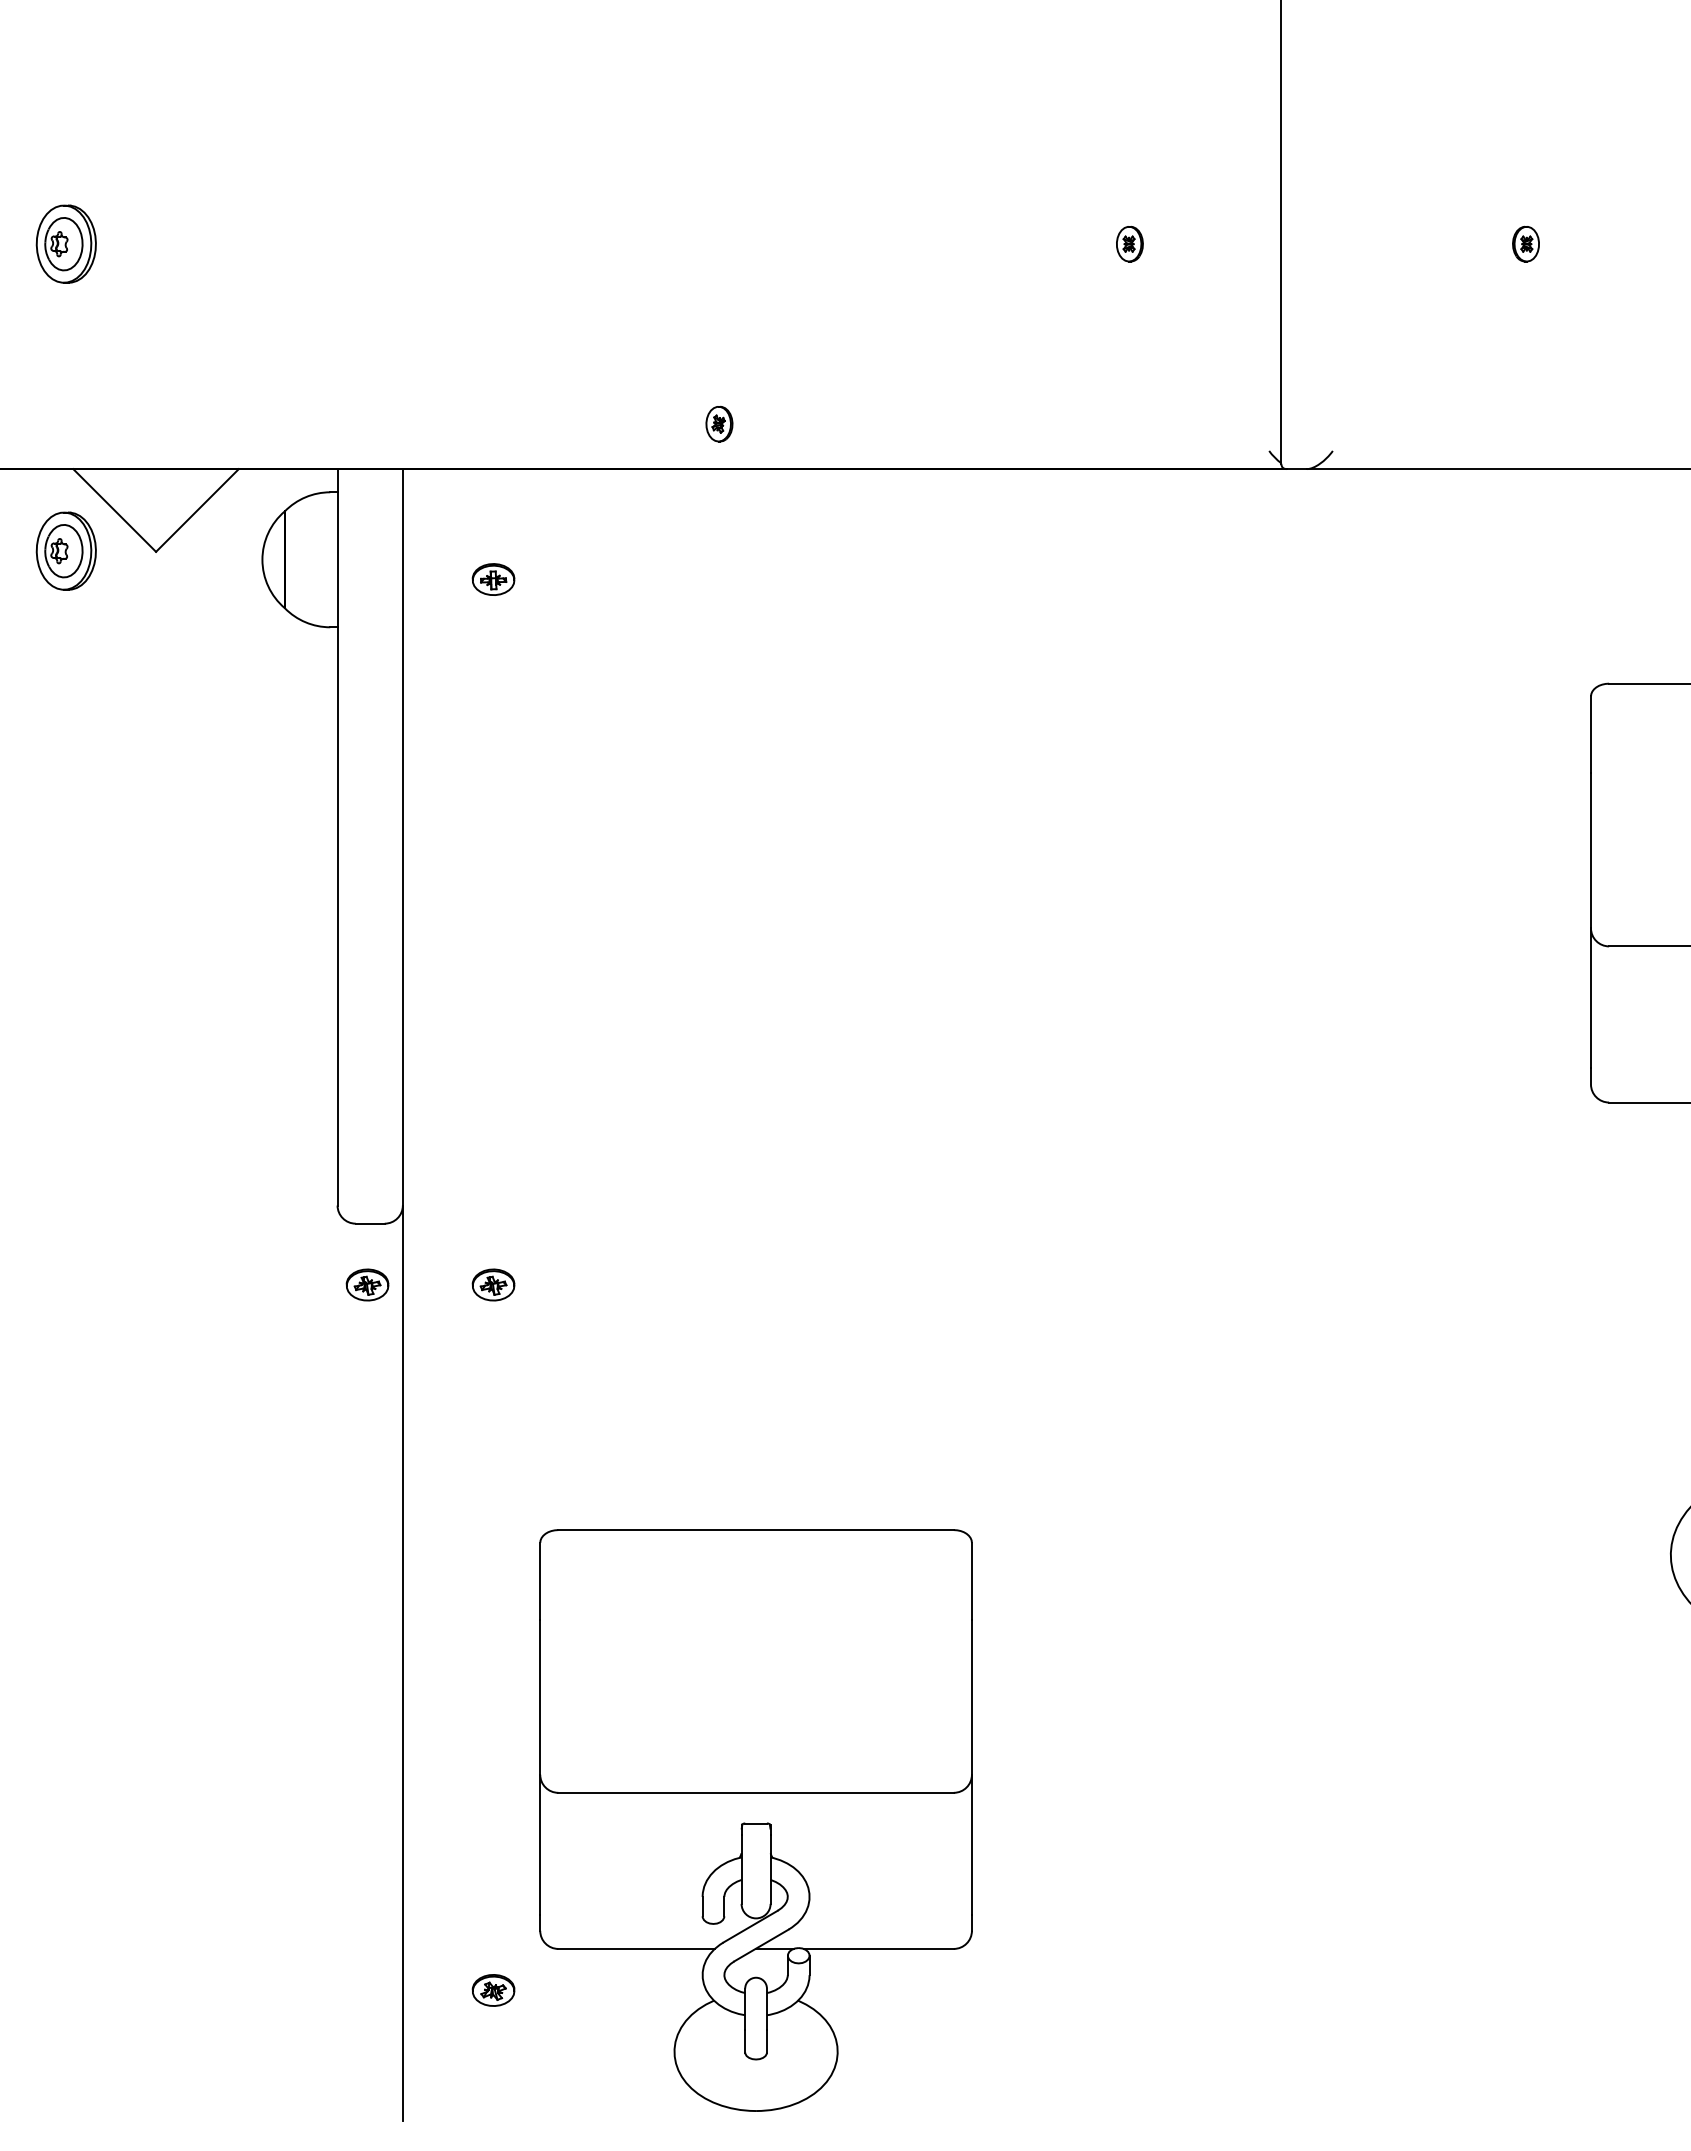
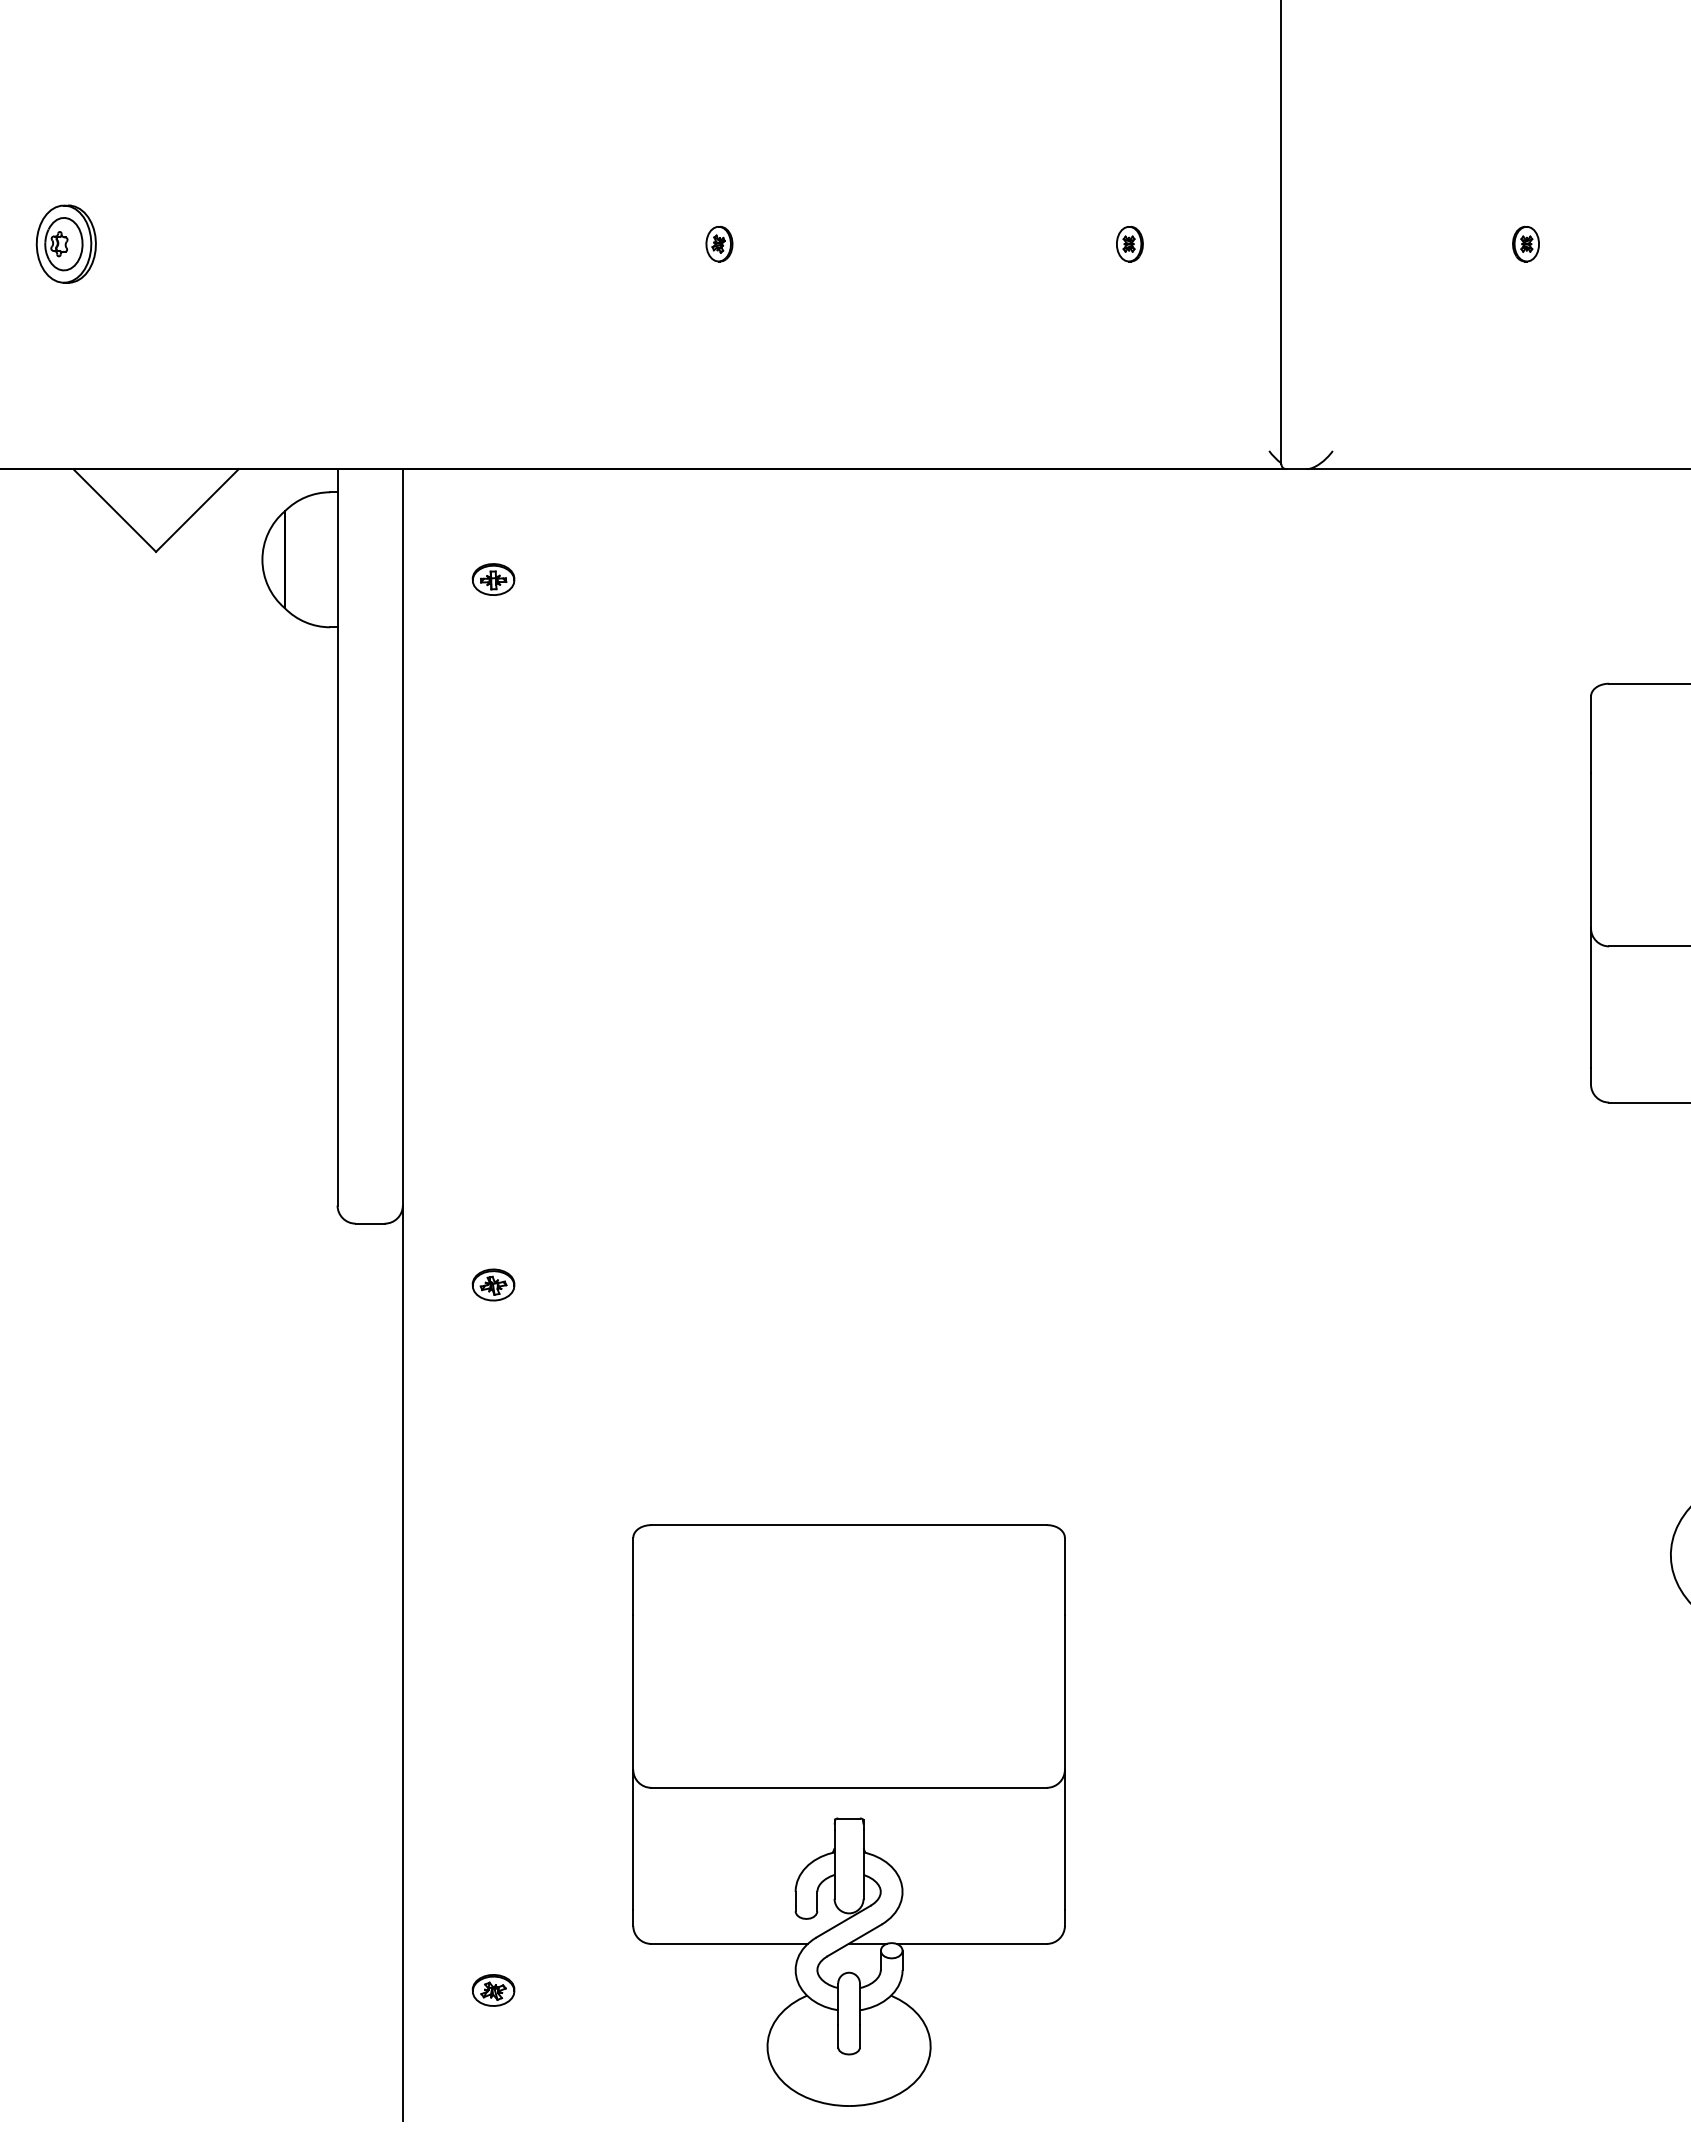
part at (719, 423) position: (719, 423) -> (719, 243)
part at (65, 550): present -> none
part at (367, 1284): present -> none
part at (755, 1820) position: (755, 1820) -> (848, 1815)
